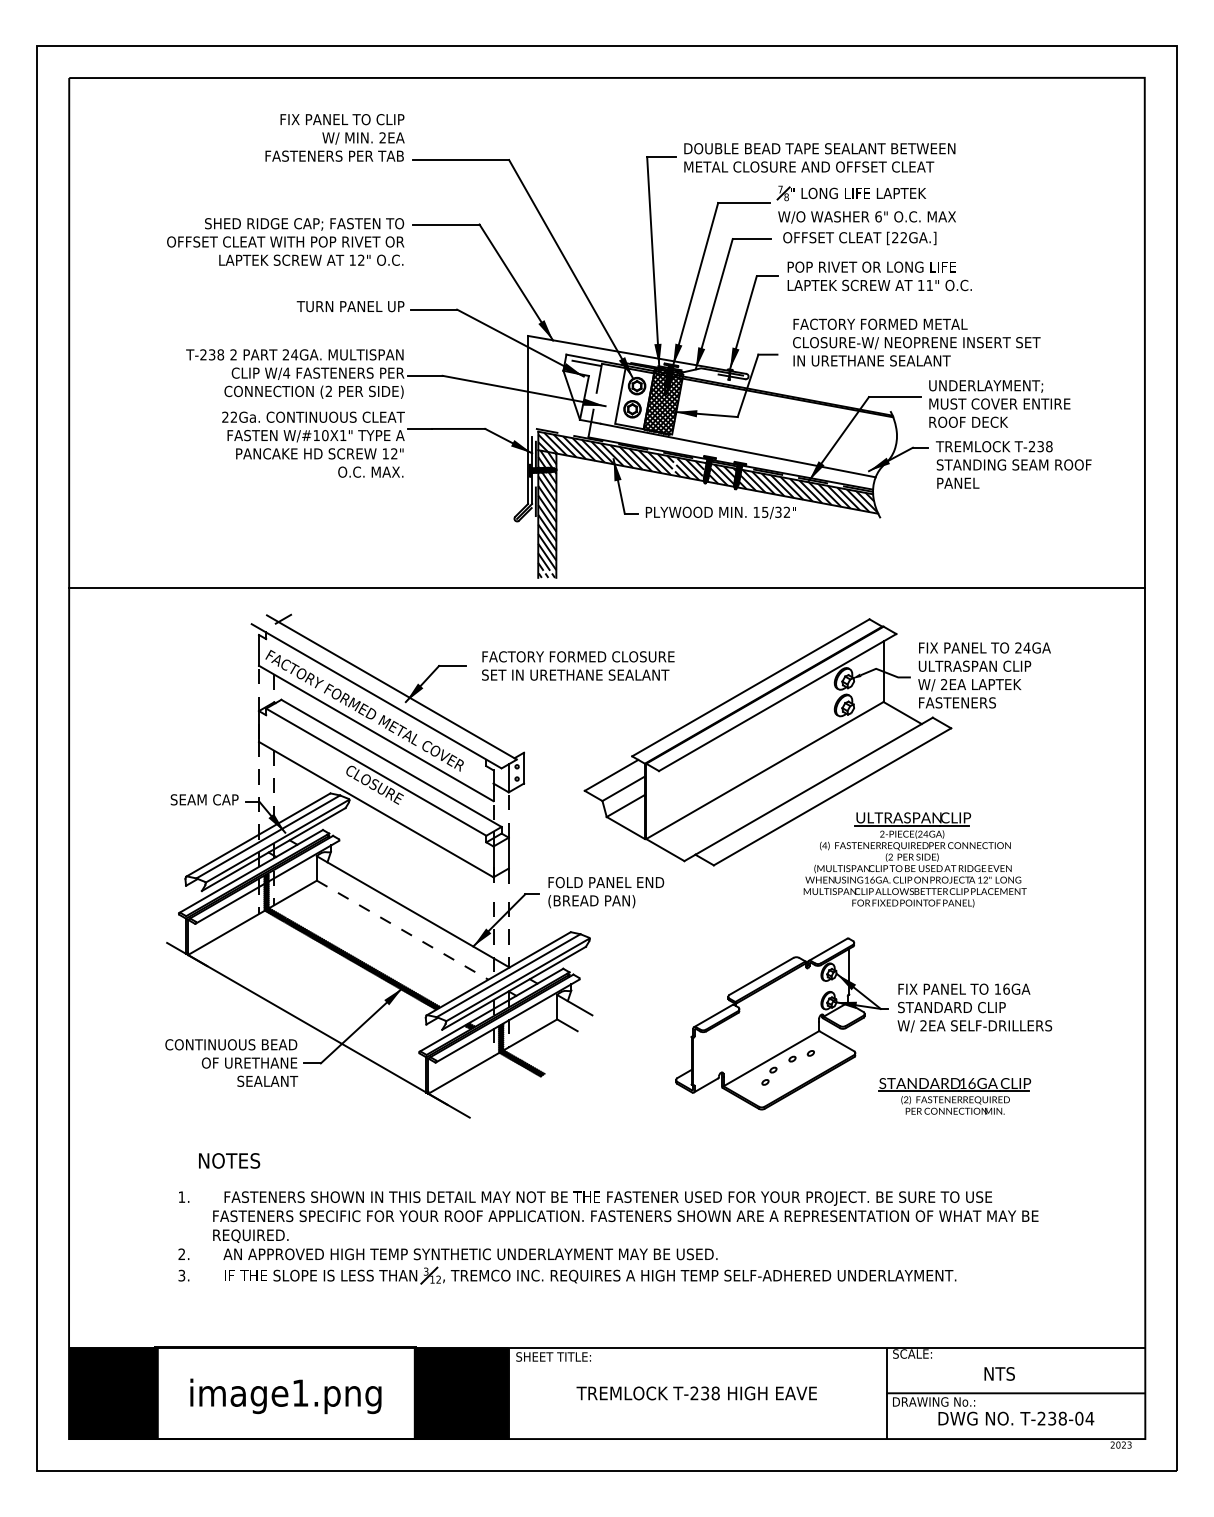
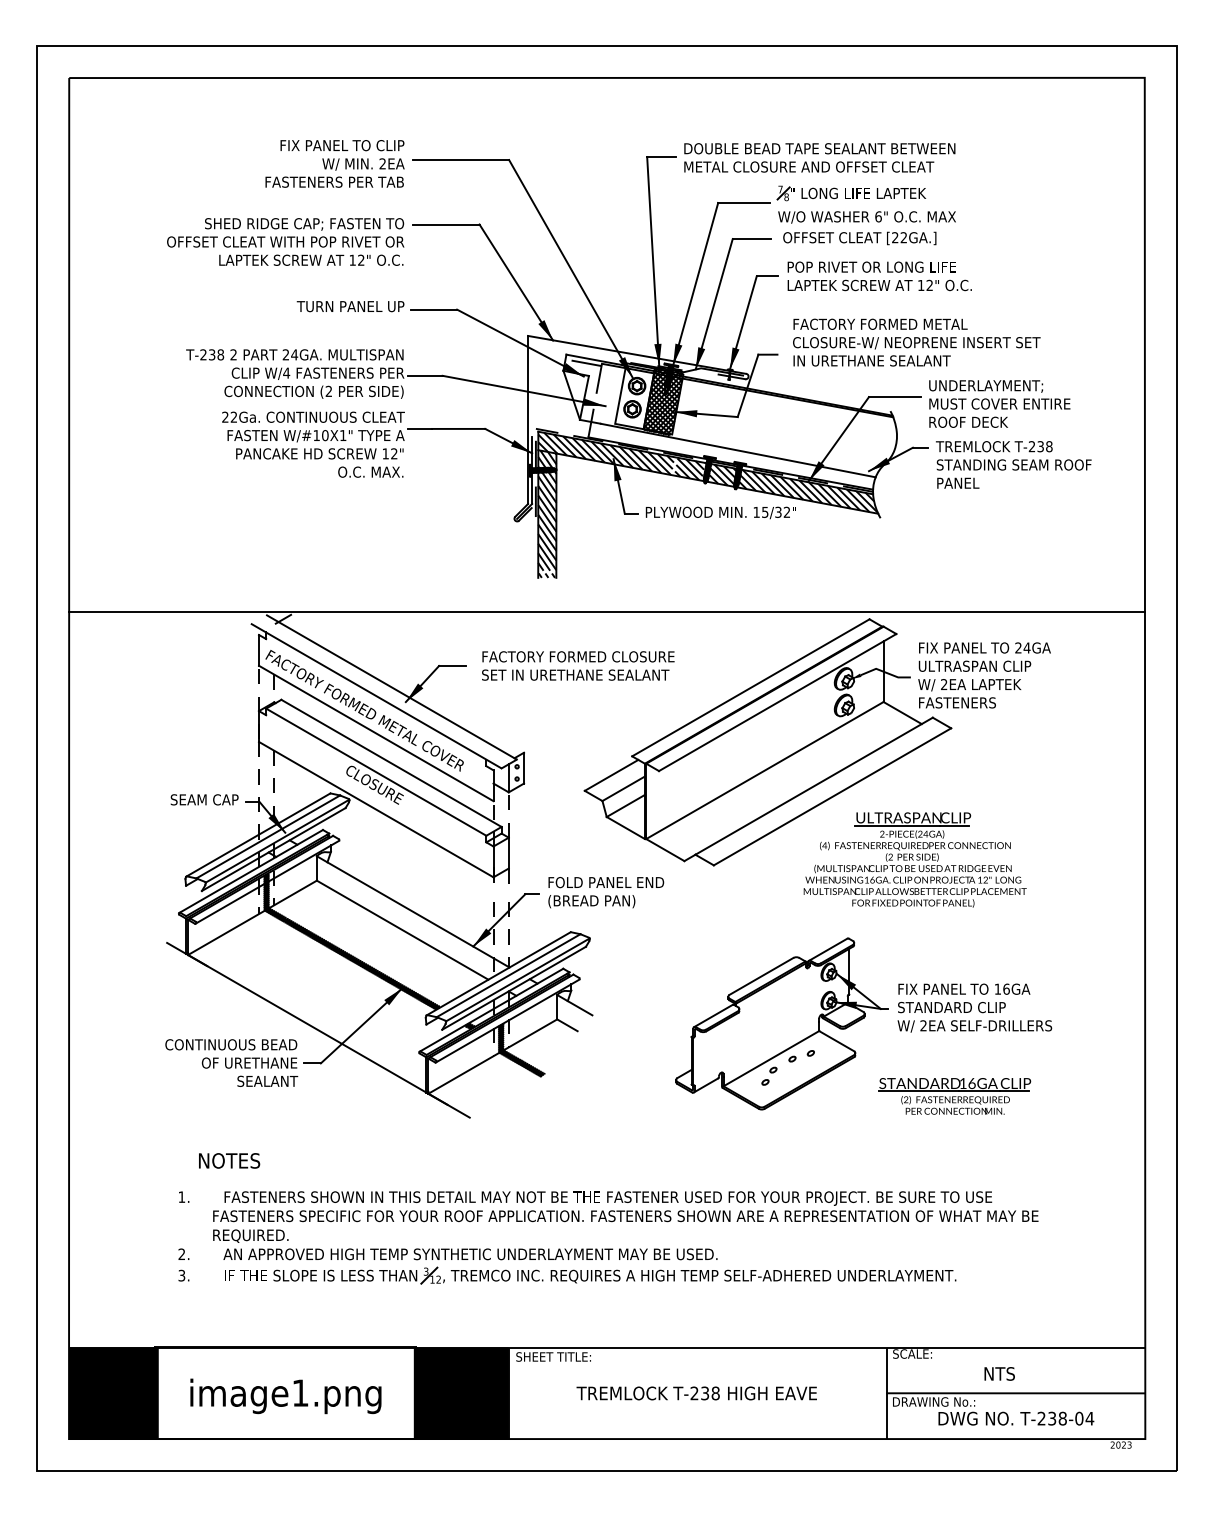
text at (334, 137) position: (334, 137) -> (334, 163)
text at (929, 284): 11" -> 12"
line at (606, 587) position: (606, 587) -> (606, 611)
line at (403, 930): dashed -> solid
